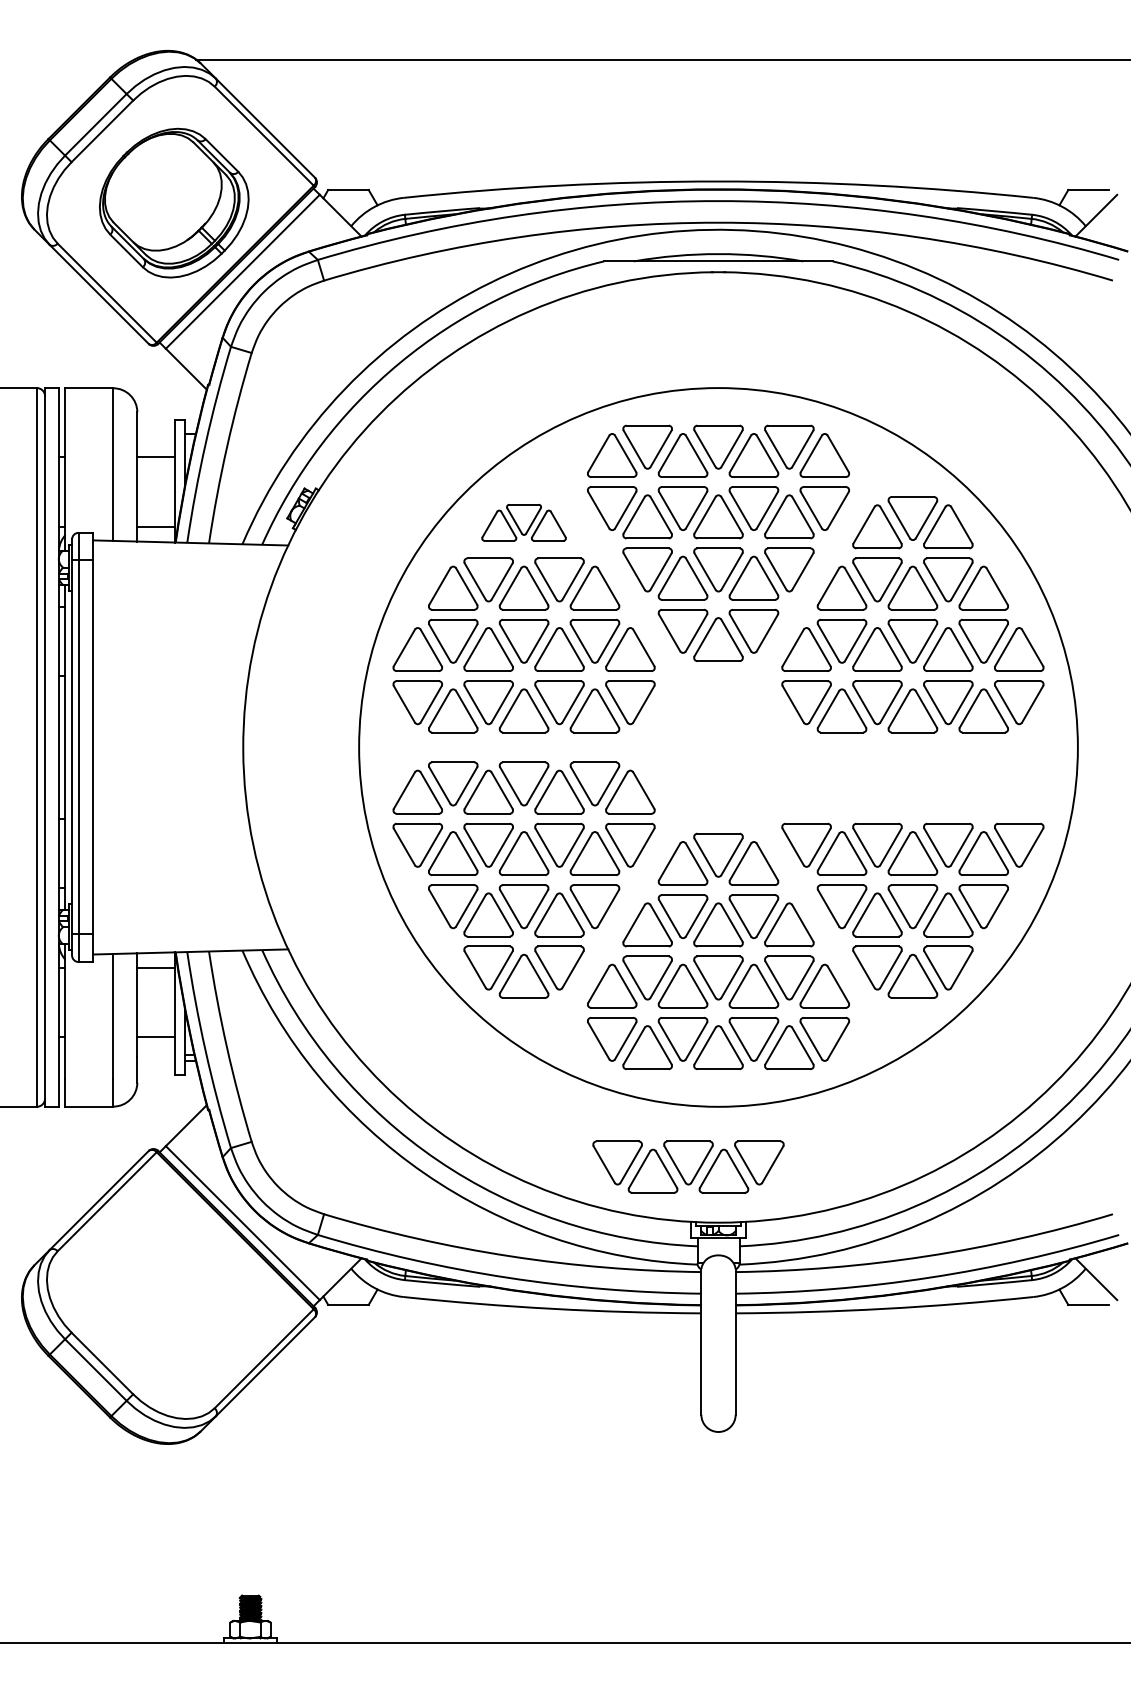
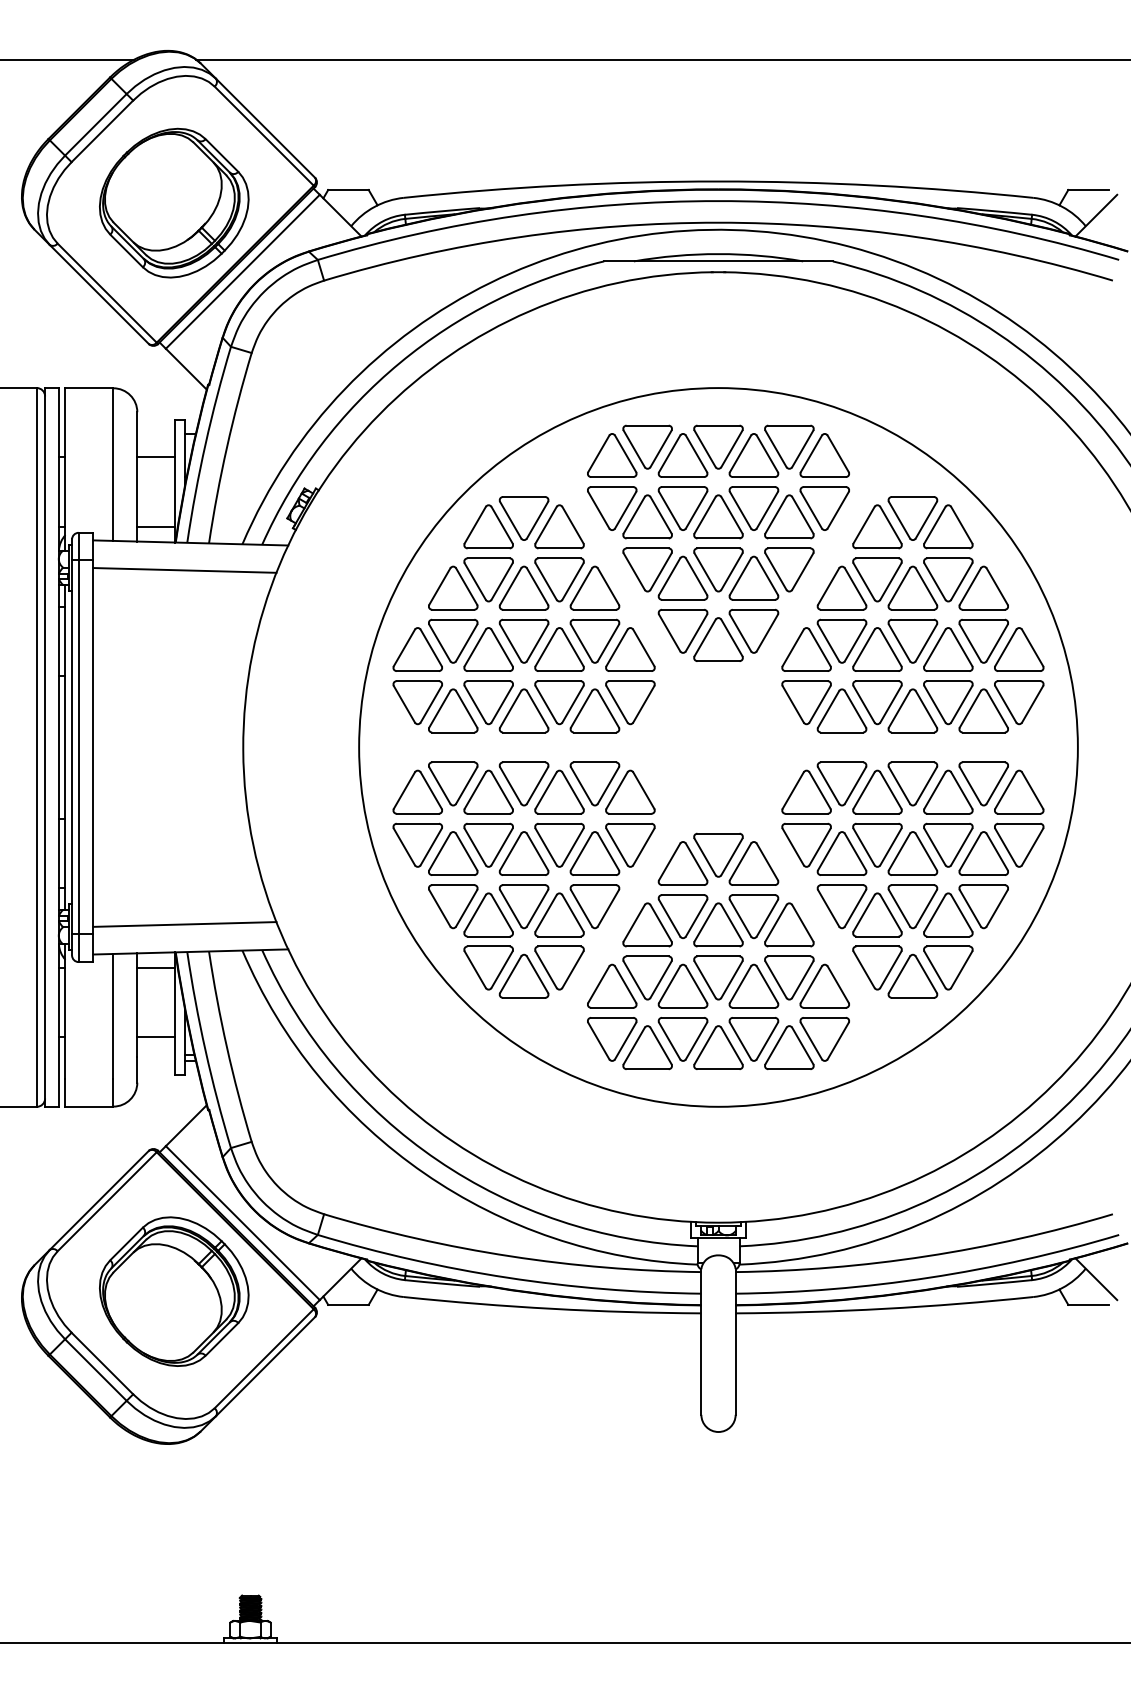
line at (68, 59): none -> present
part at (523, 522) size: 86x38 px -> 122x54 px
line at (184, 570): none -> present
part at (912, 787): none -> present
line at (184, 924): none -> present
part at (688, 1166): present -> none
part at (174, 1291): none -> present
